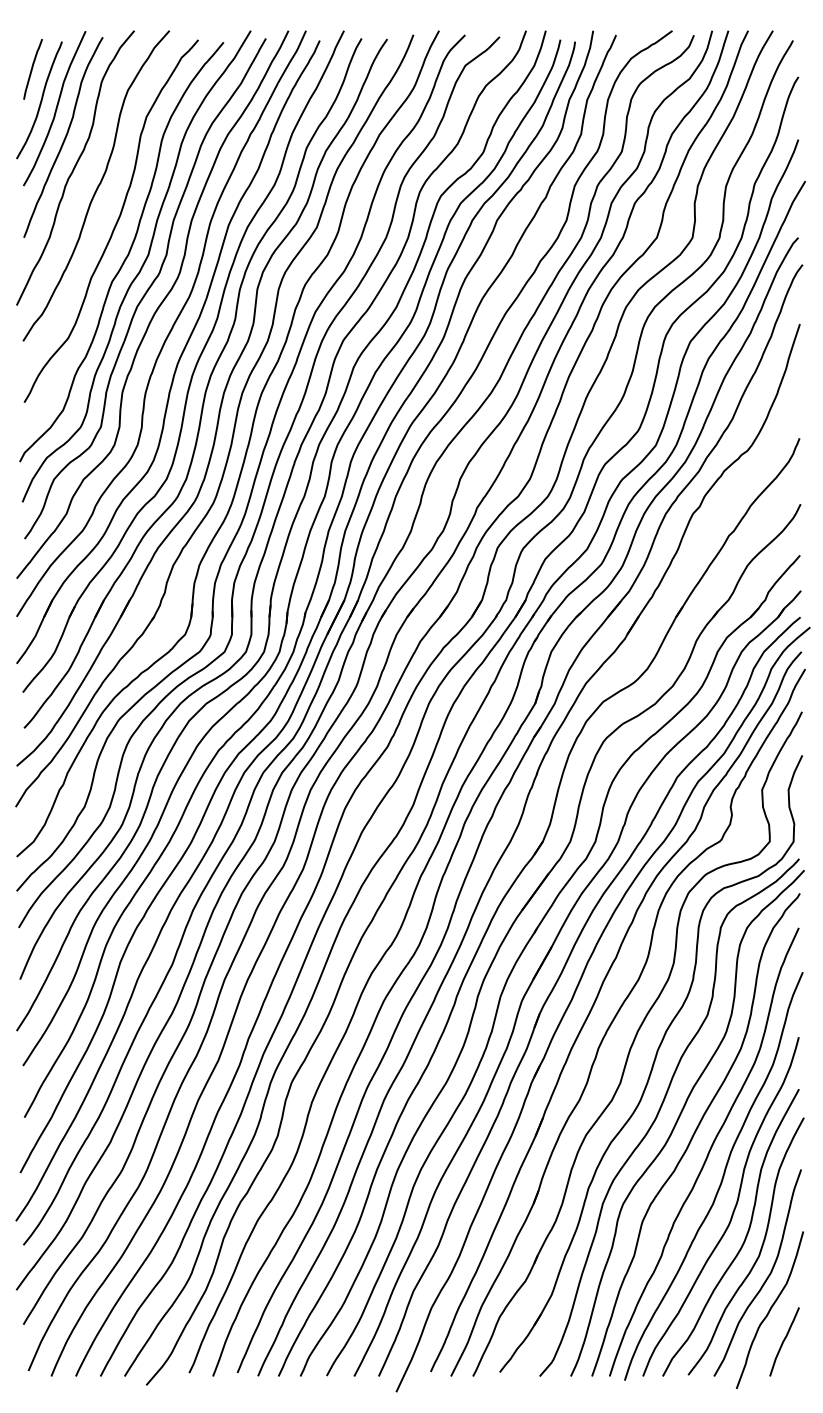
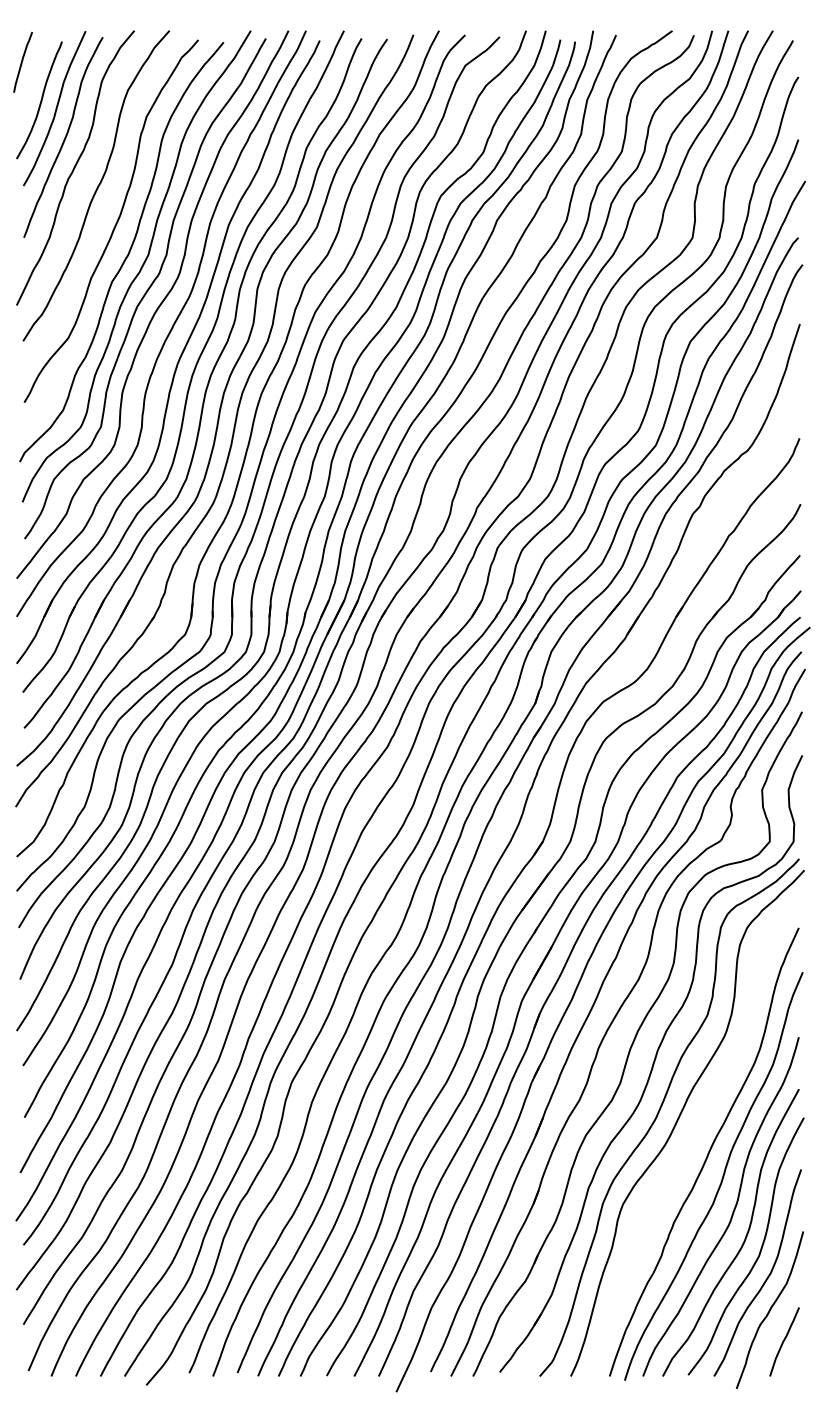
curve at (32, 69) position: (32, 69) -> (22, 62)
curve at (695, 1133): present -> none
